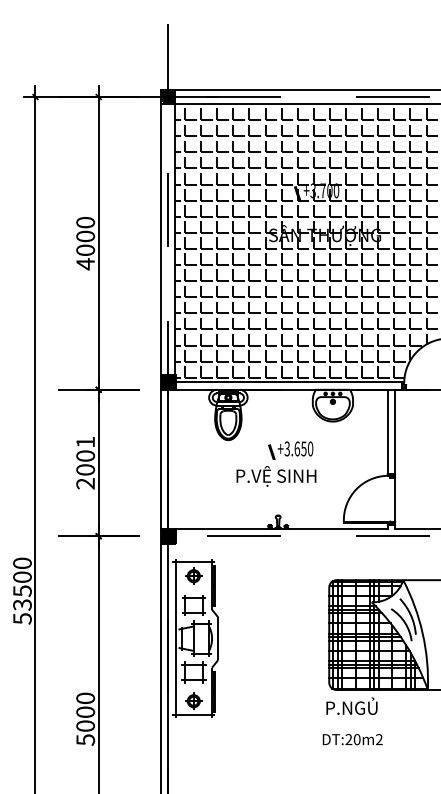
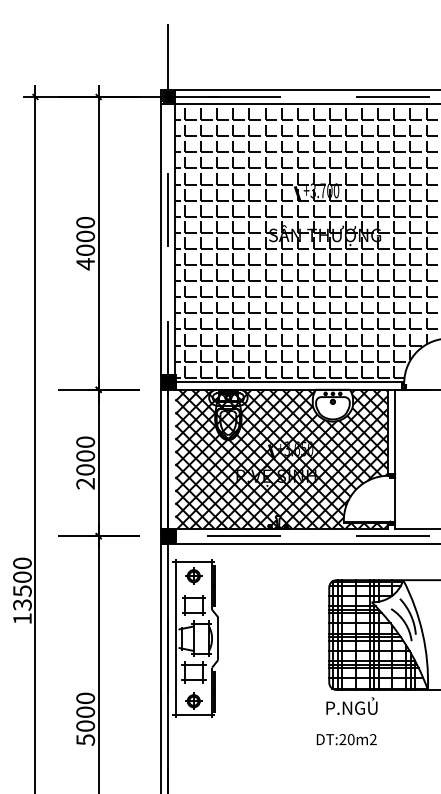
text at (85, 441): 2001 -> 2000
hatch at (281, 458): none -> present
line at (306, 543): none -> present
text at (22, 618): 53500 -> 13500
text at (352, 739) position: (352, 739) -> (346, 739)
